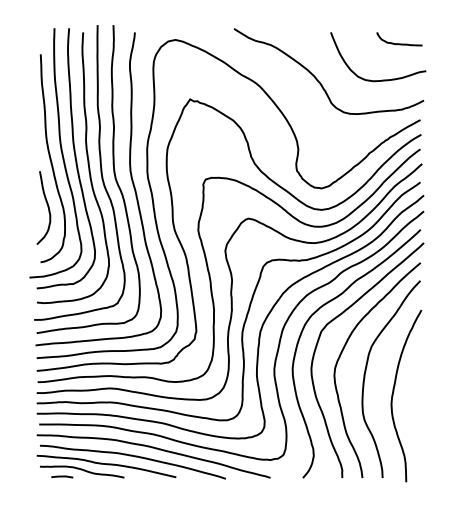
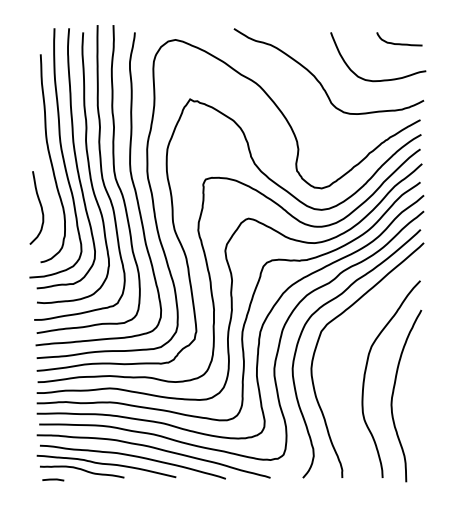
curve at (47, 207) position: (47, 207) -> (40, 207)
curve at (341, 355): present -> none
line at (62, 476) position: (62, 476) -> (53, 479)
